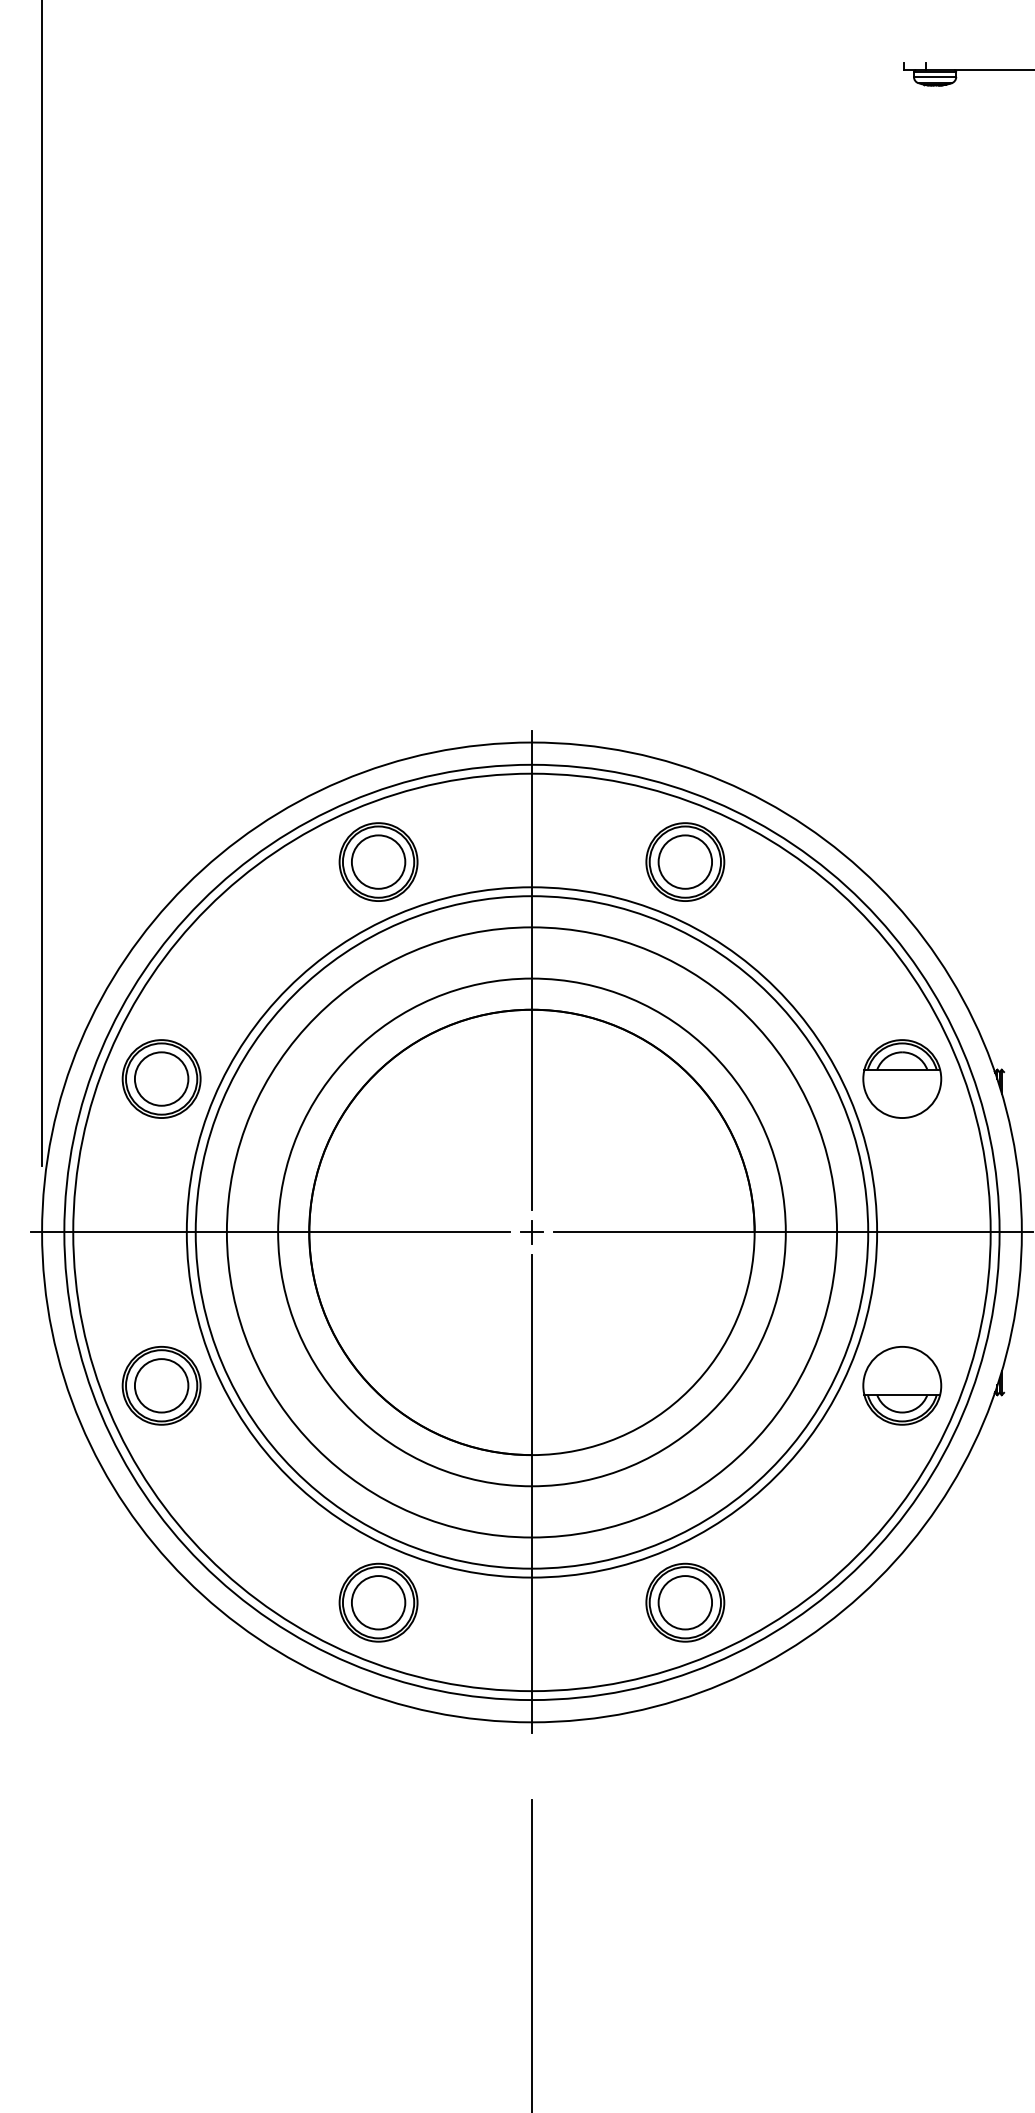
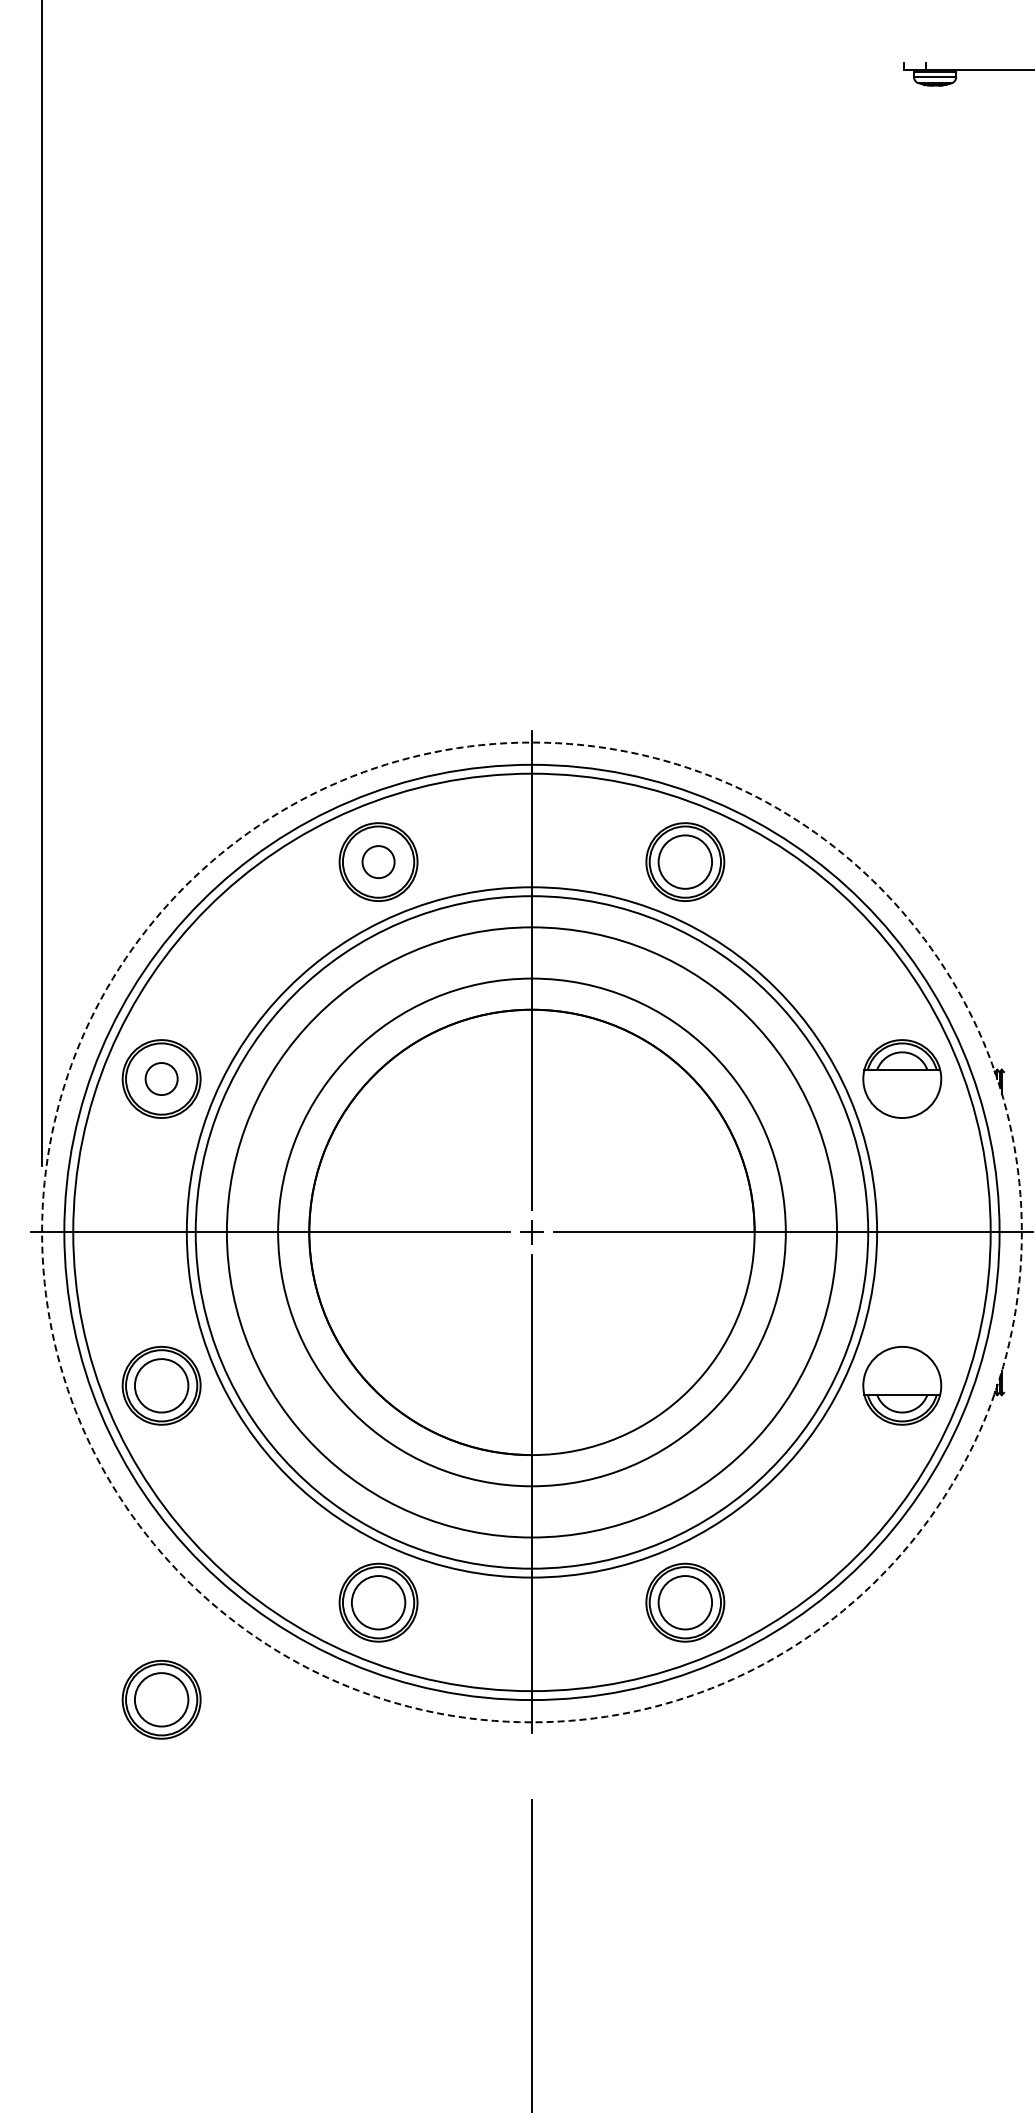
circle at (378, 861) diameter: 53 px -> 32 px
circle at (161, 1078) diameter: 53 px -> 32 px
circle at (531, 1232): solid -> dashed
part at (161, 1699): none -> present
